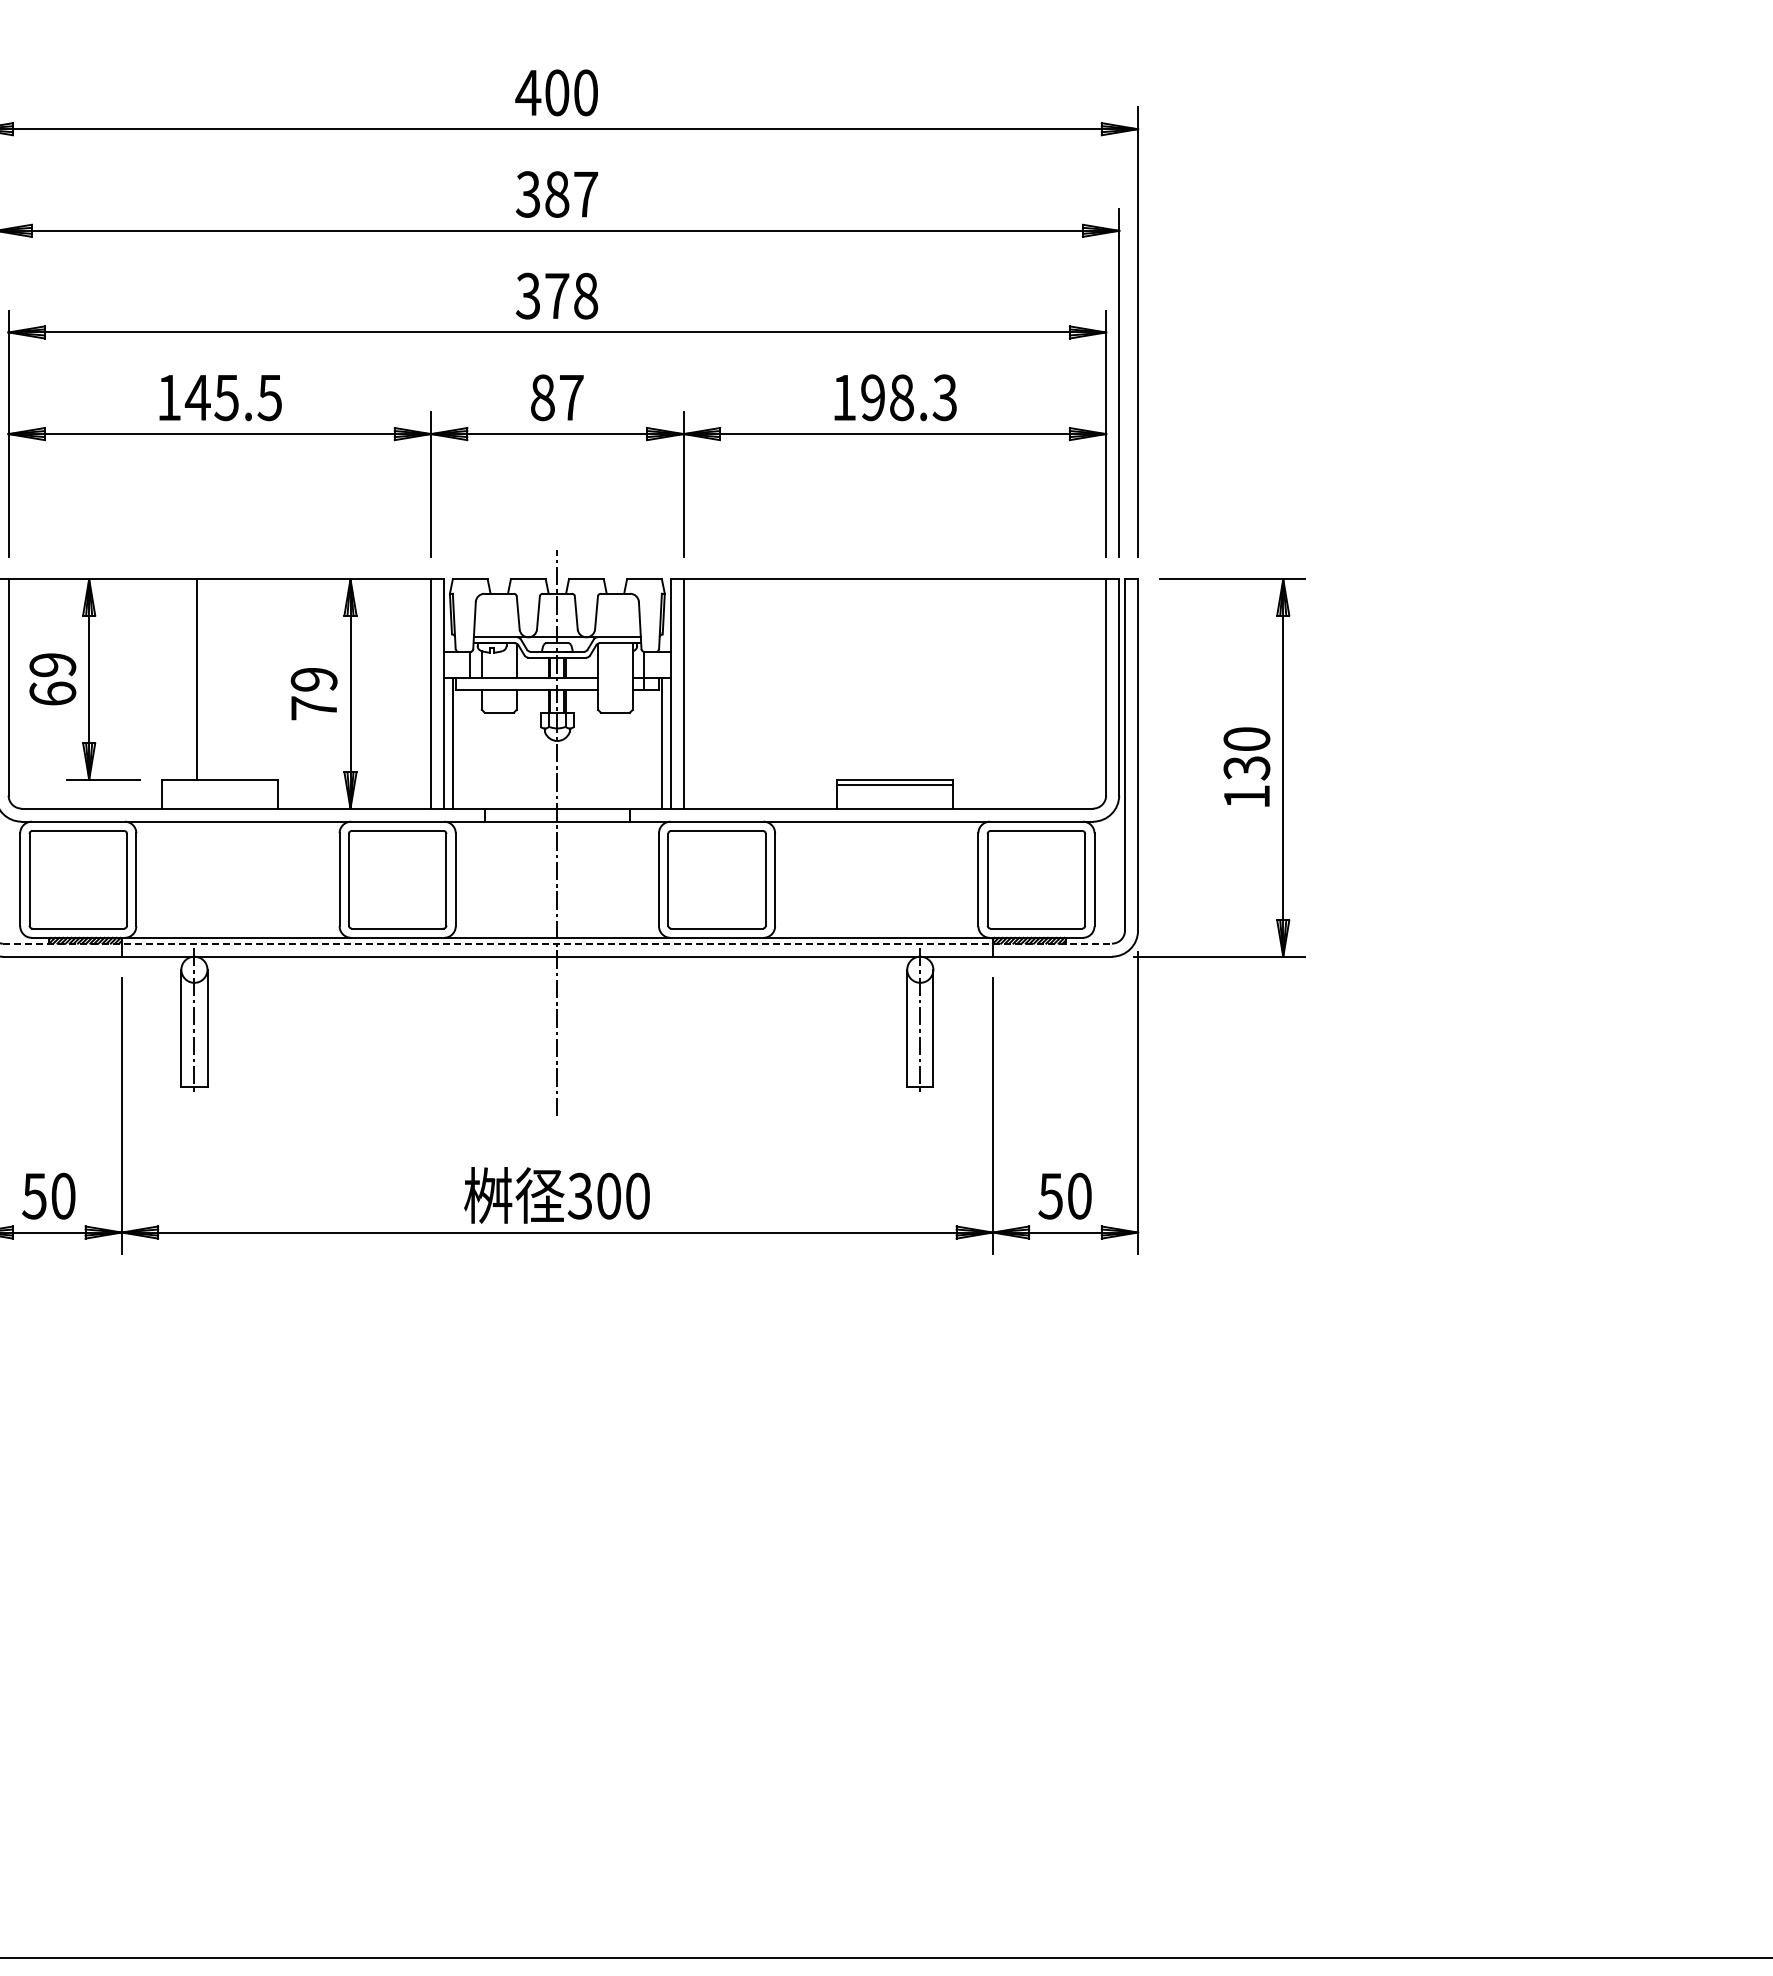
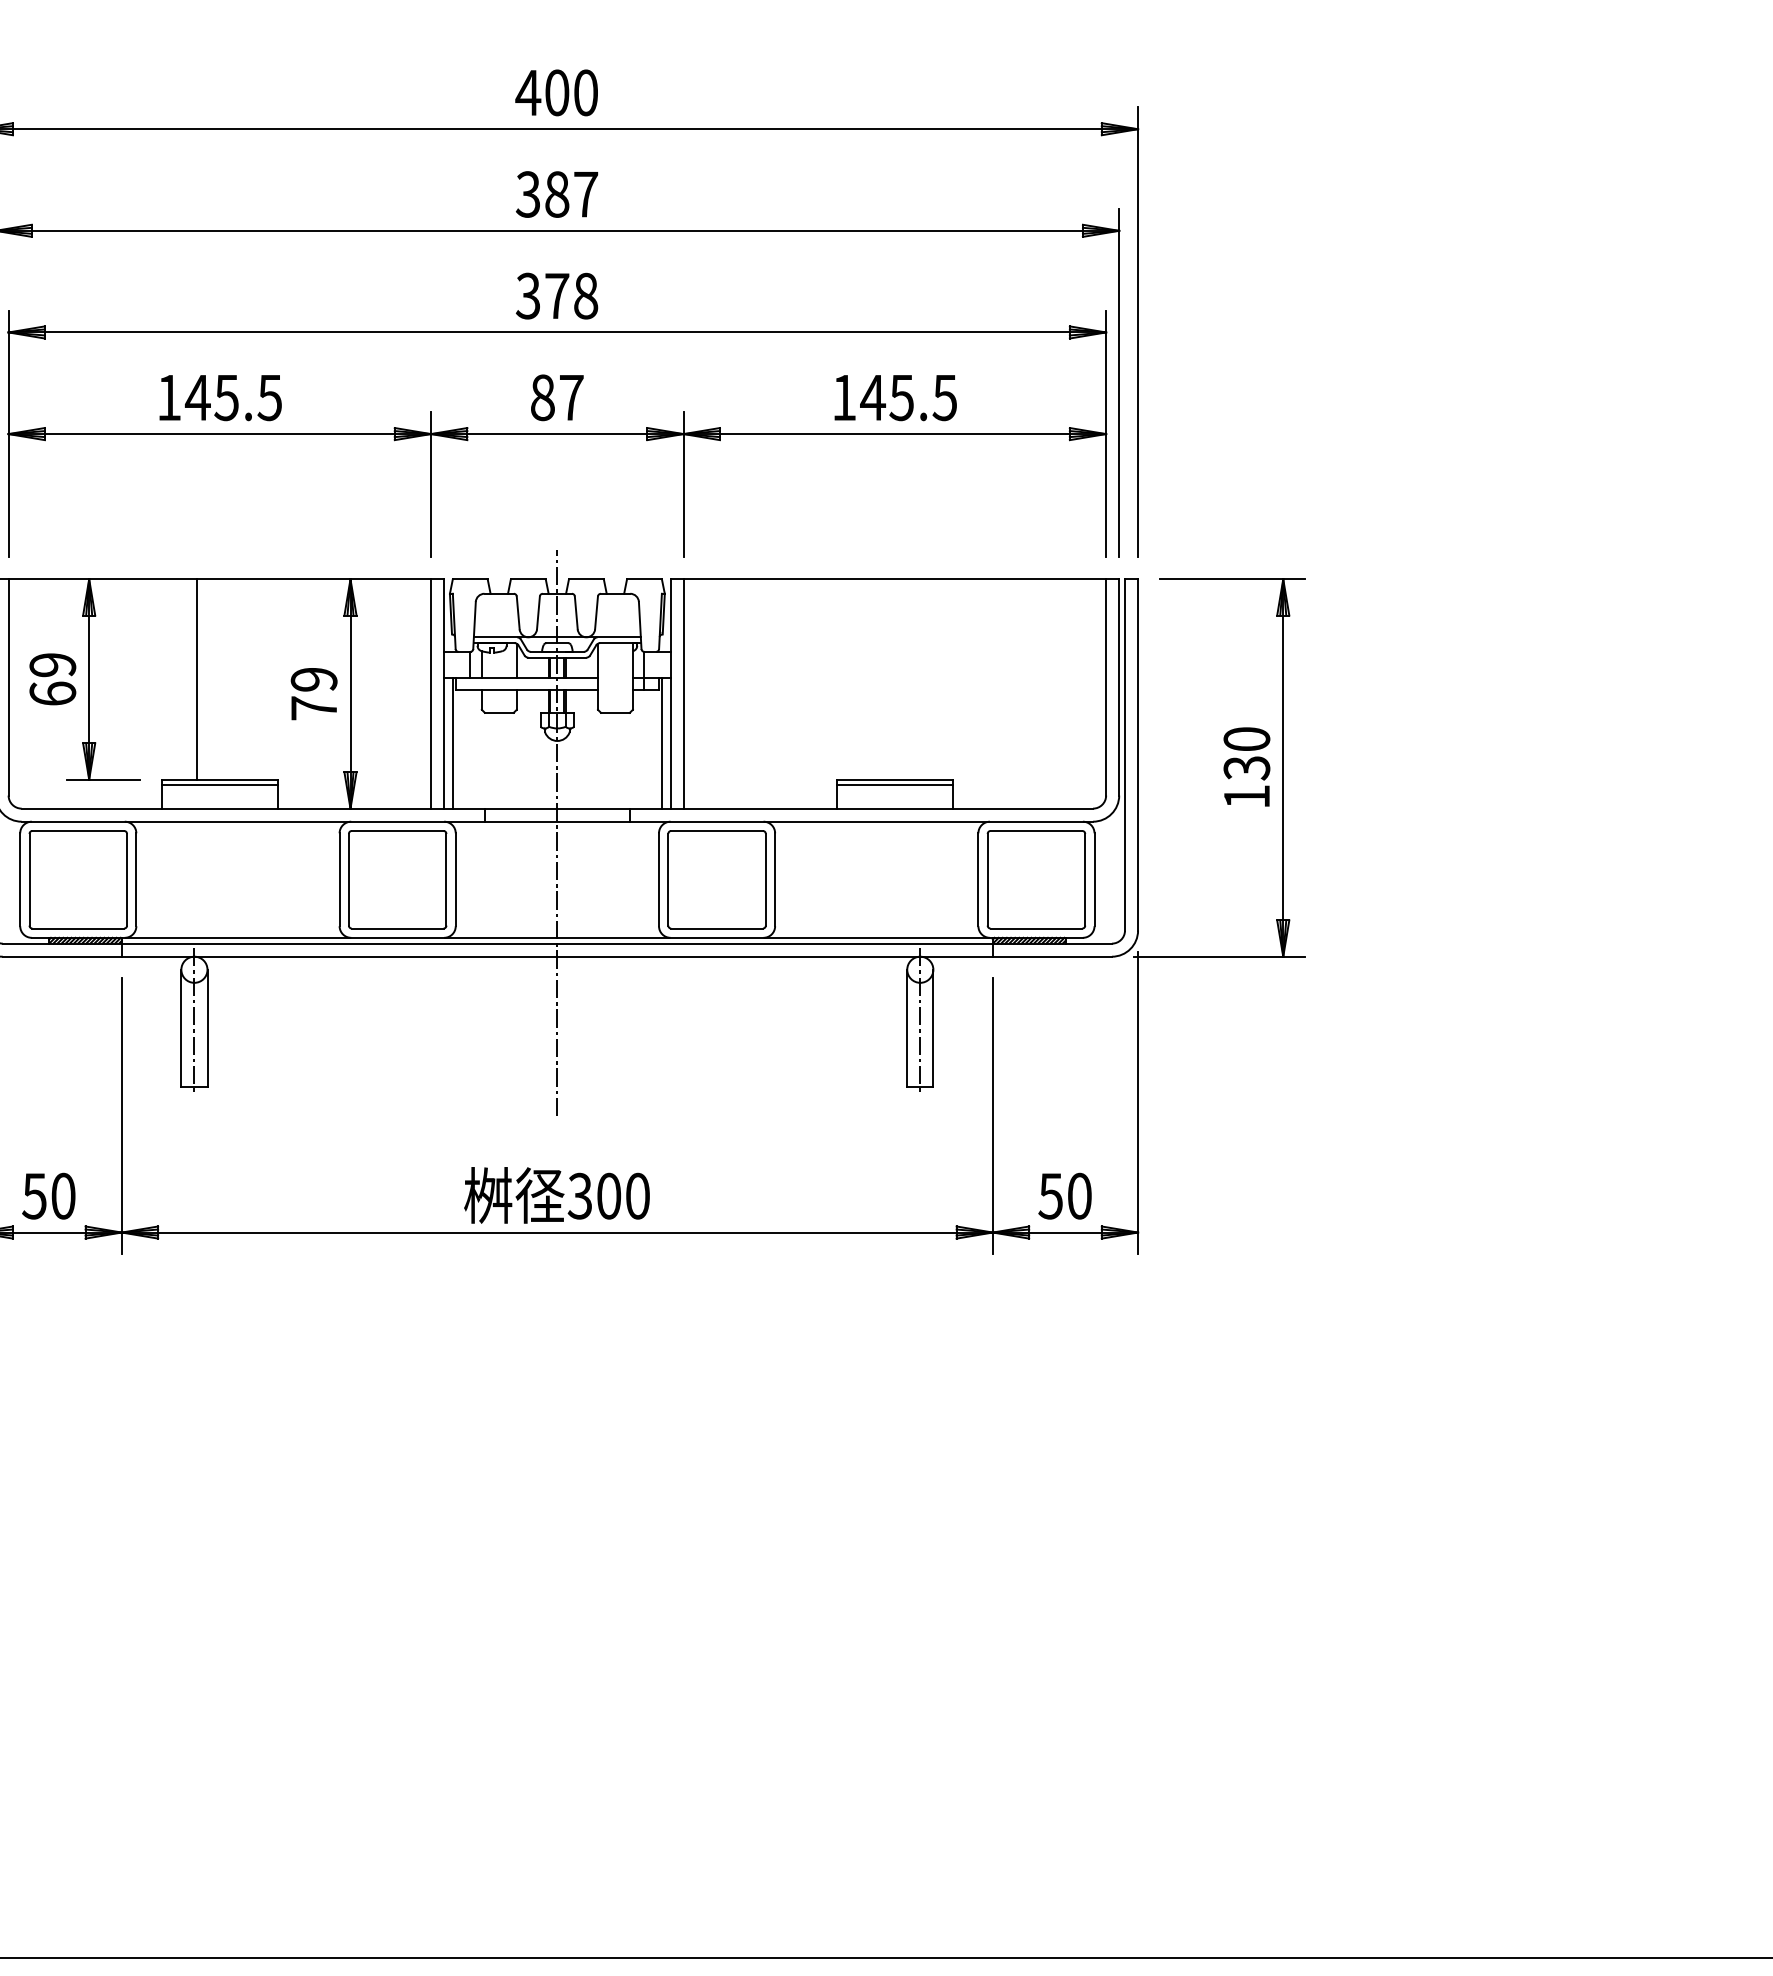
text at (908, 397): 198.3 -> 145.5
line at (219, 785): none -> present
line at (557, 943): dashed -> solid
